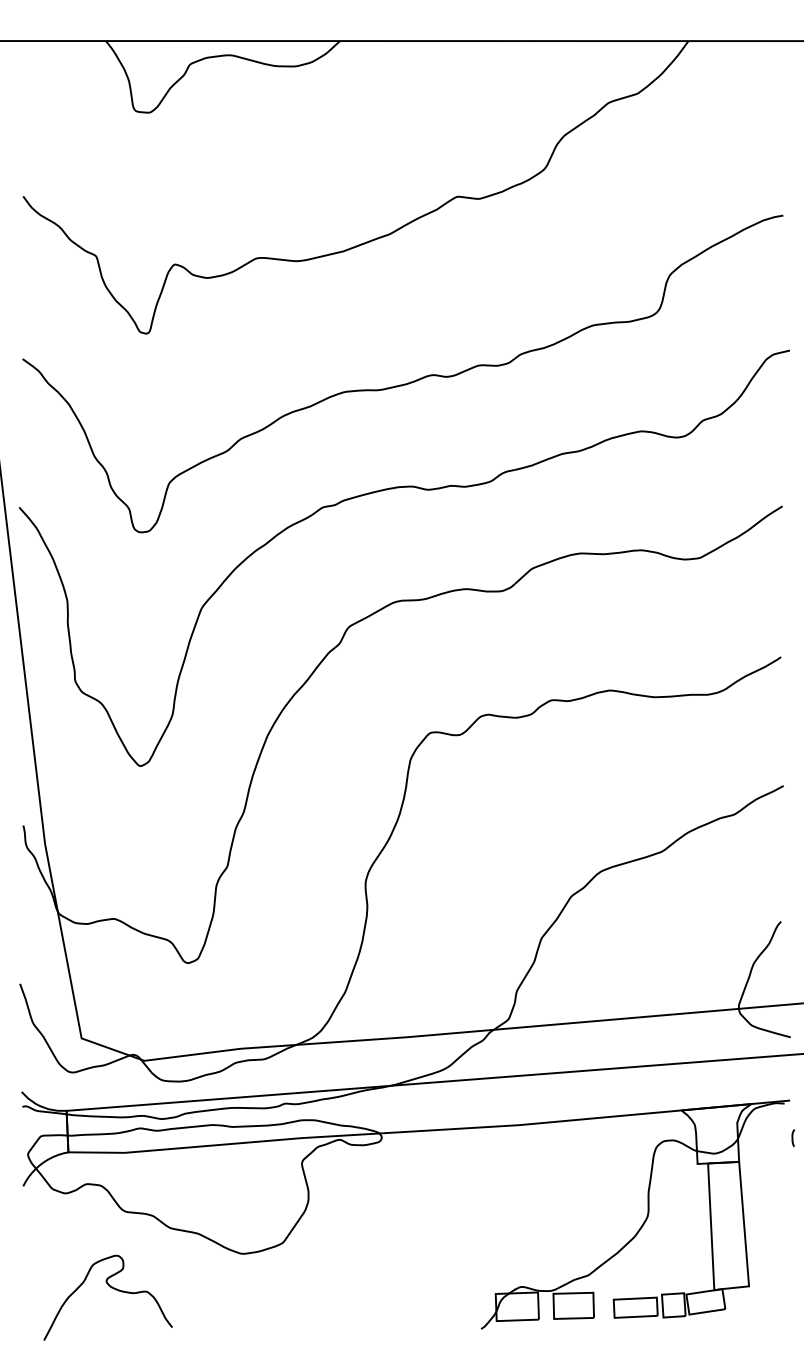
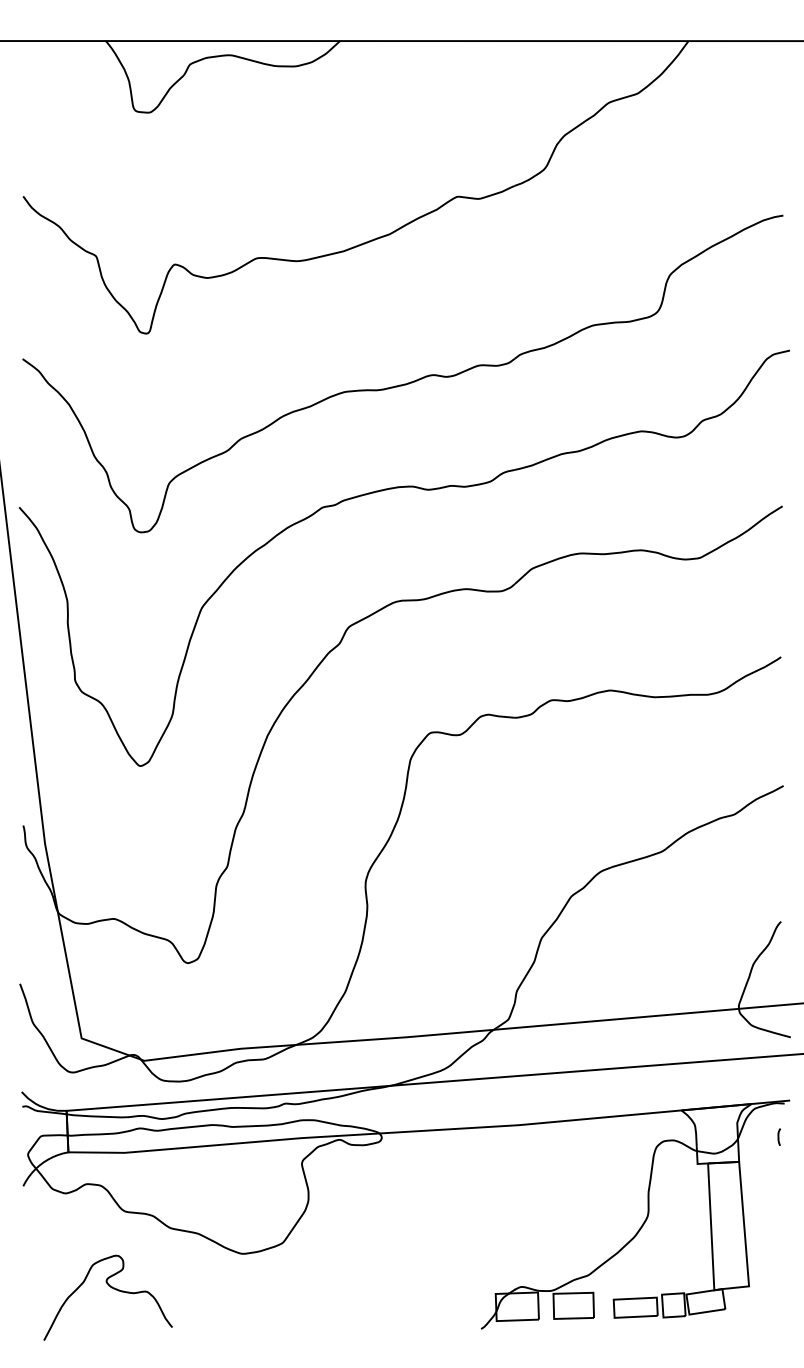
curve at (793, 1137) position: (793, 1137) -> (779, 1136)
